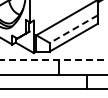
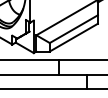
line at (73, 29): dashed -> solid
line at (54, 60): dashed -> solid
